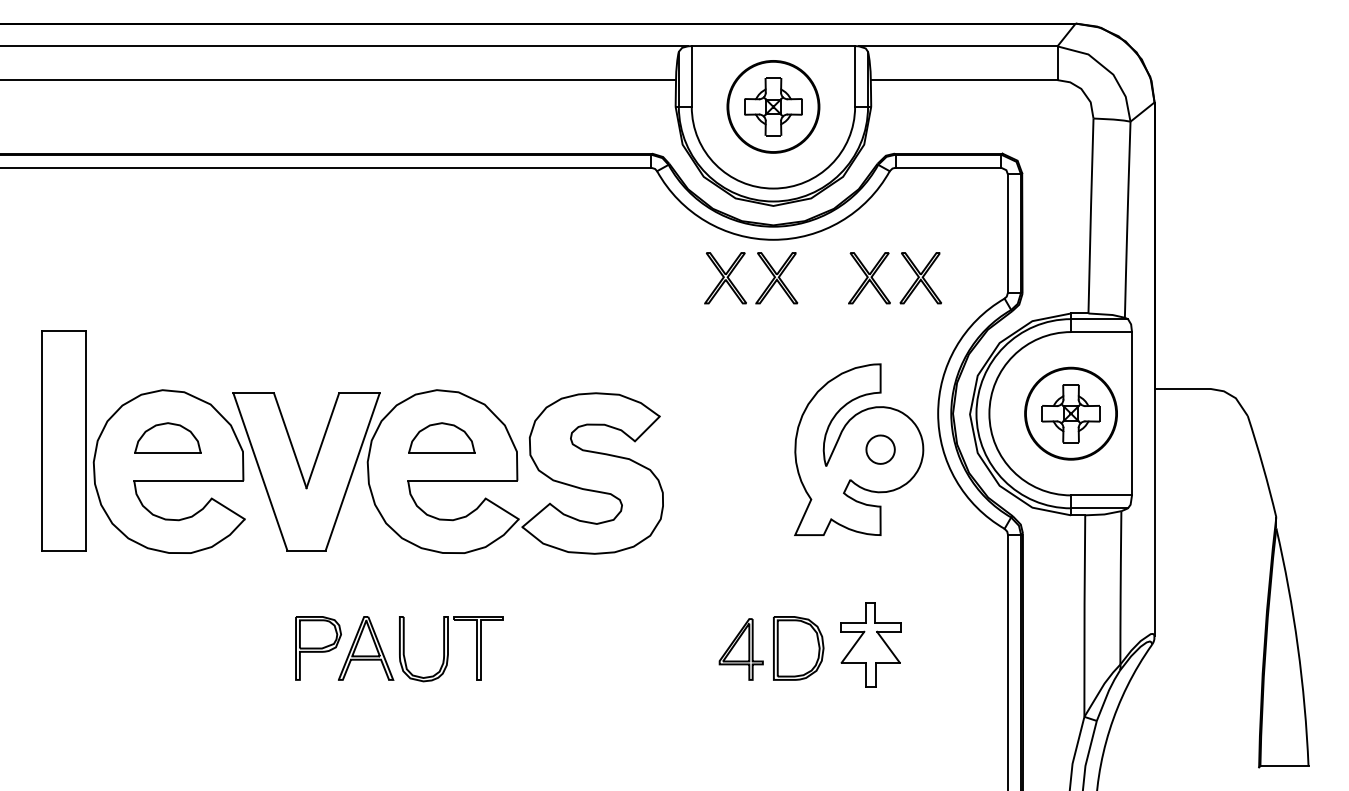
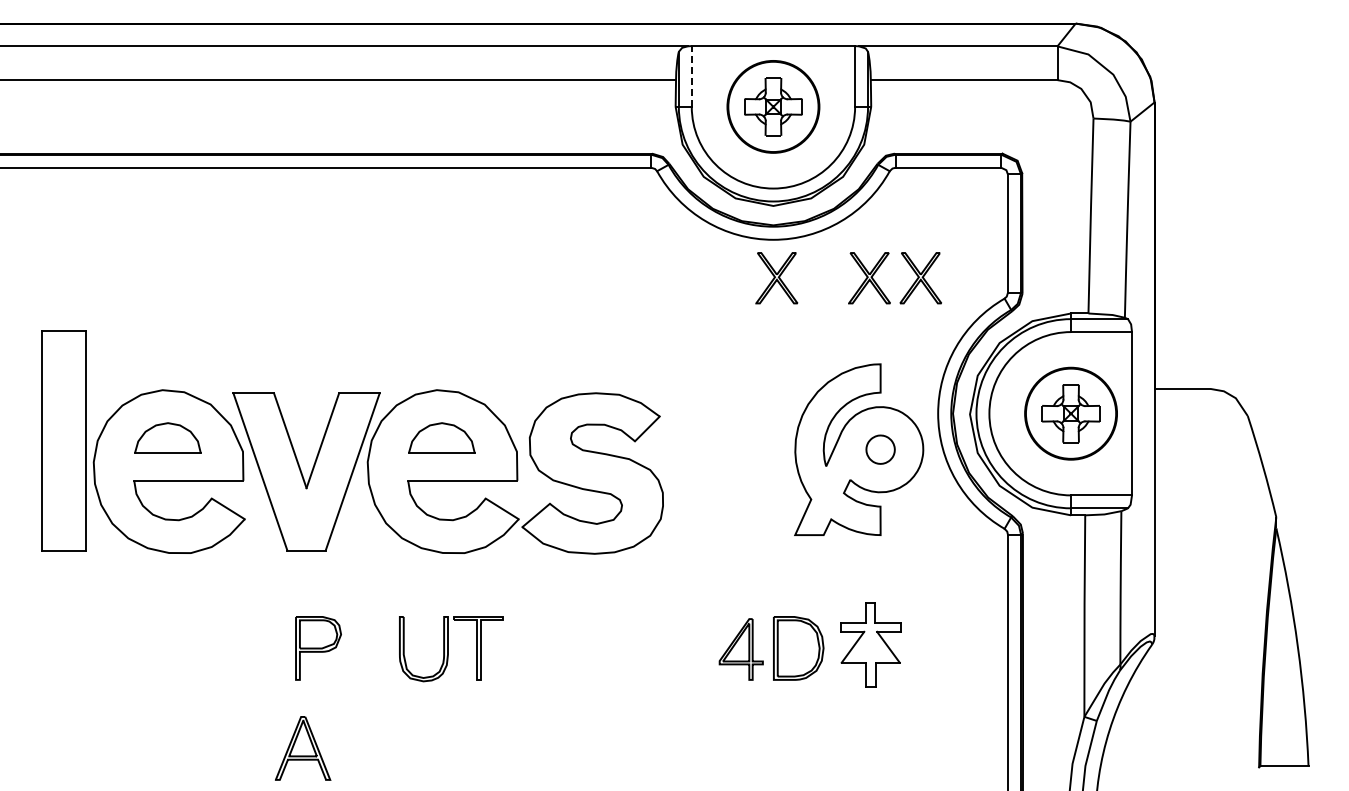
line at (691, 76): solid -> dashed
part at (725, 278): present -> none
part at (366, 648) position: (366, 648) -> (303, 748)
